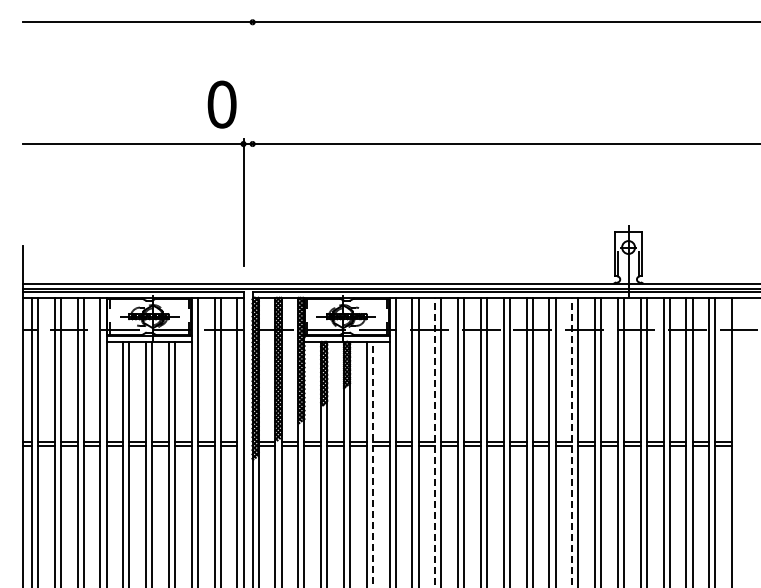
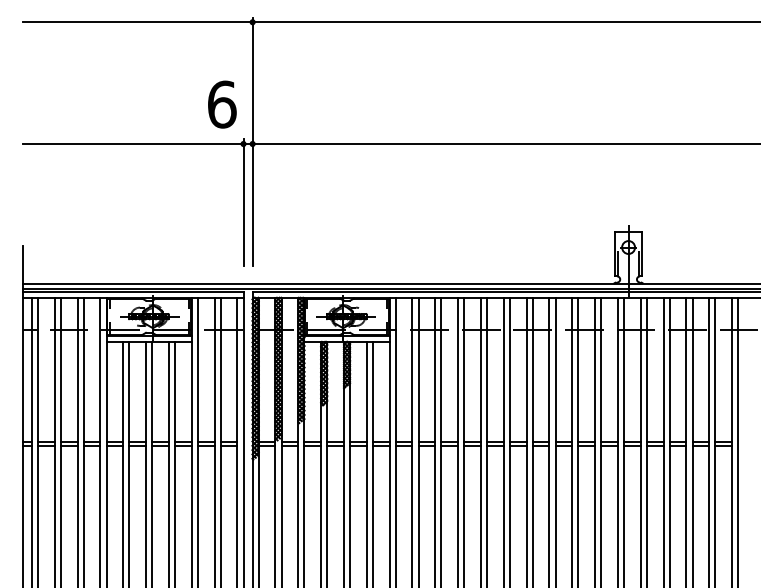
text at (221, 104): 0 -> 6
line at (252, 141): none -> present
line at (738, 440): none -> present
line at (435, 442): dashed -> solid
line at (572, 442): dashed -> solid
line at (372, 464): dashed -> solid
